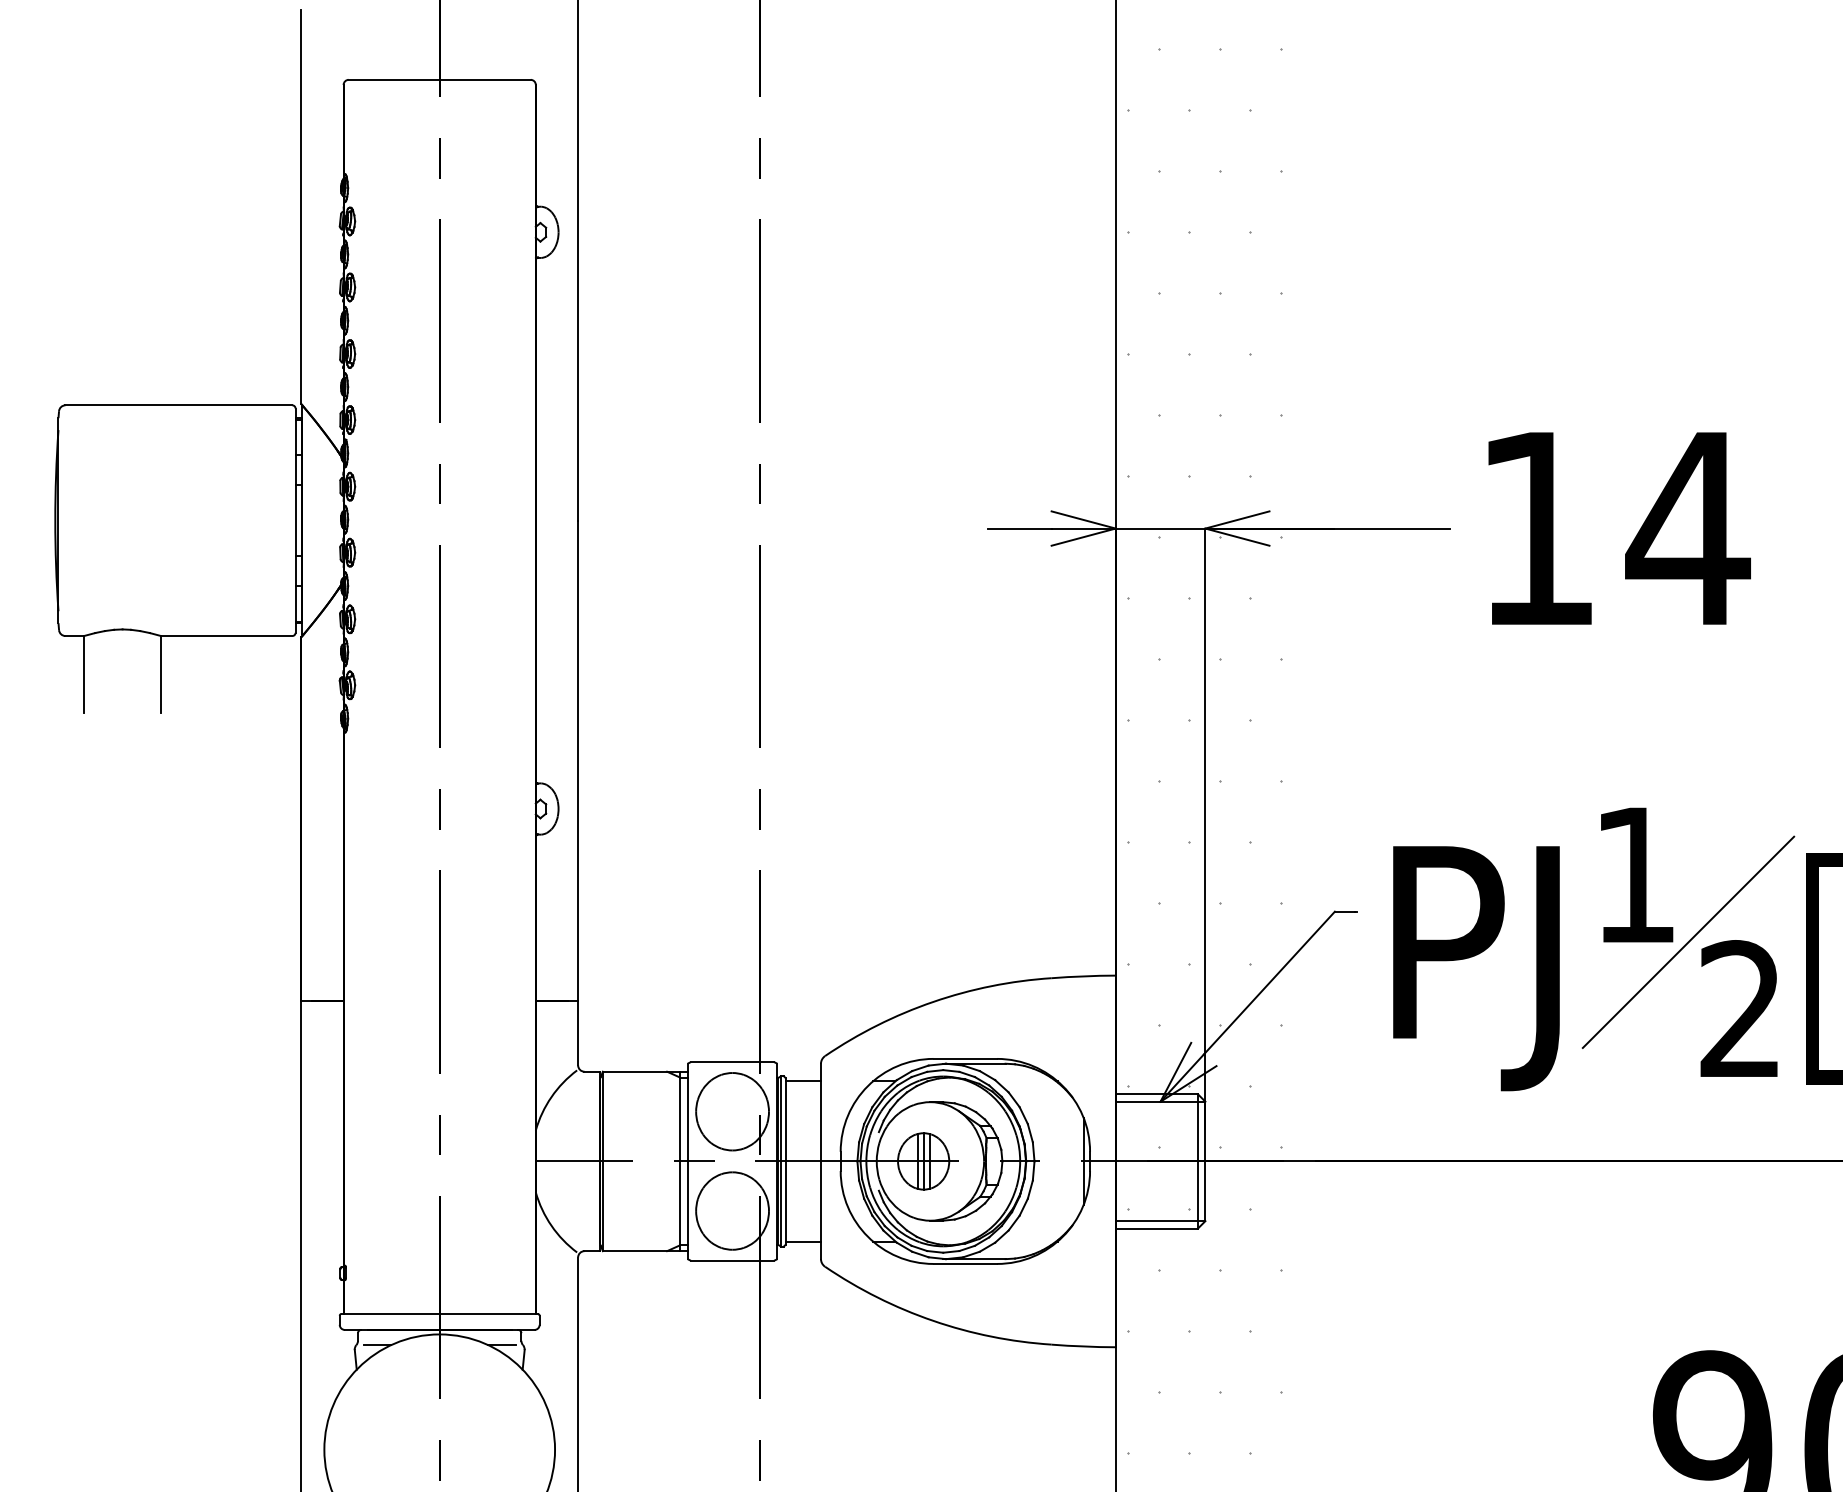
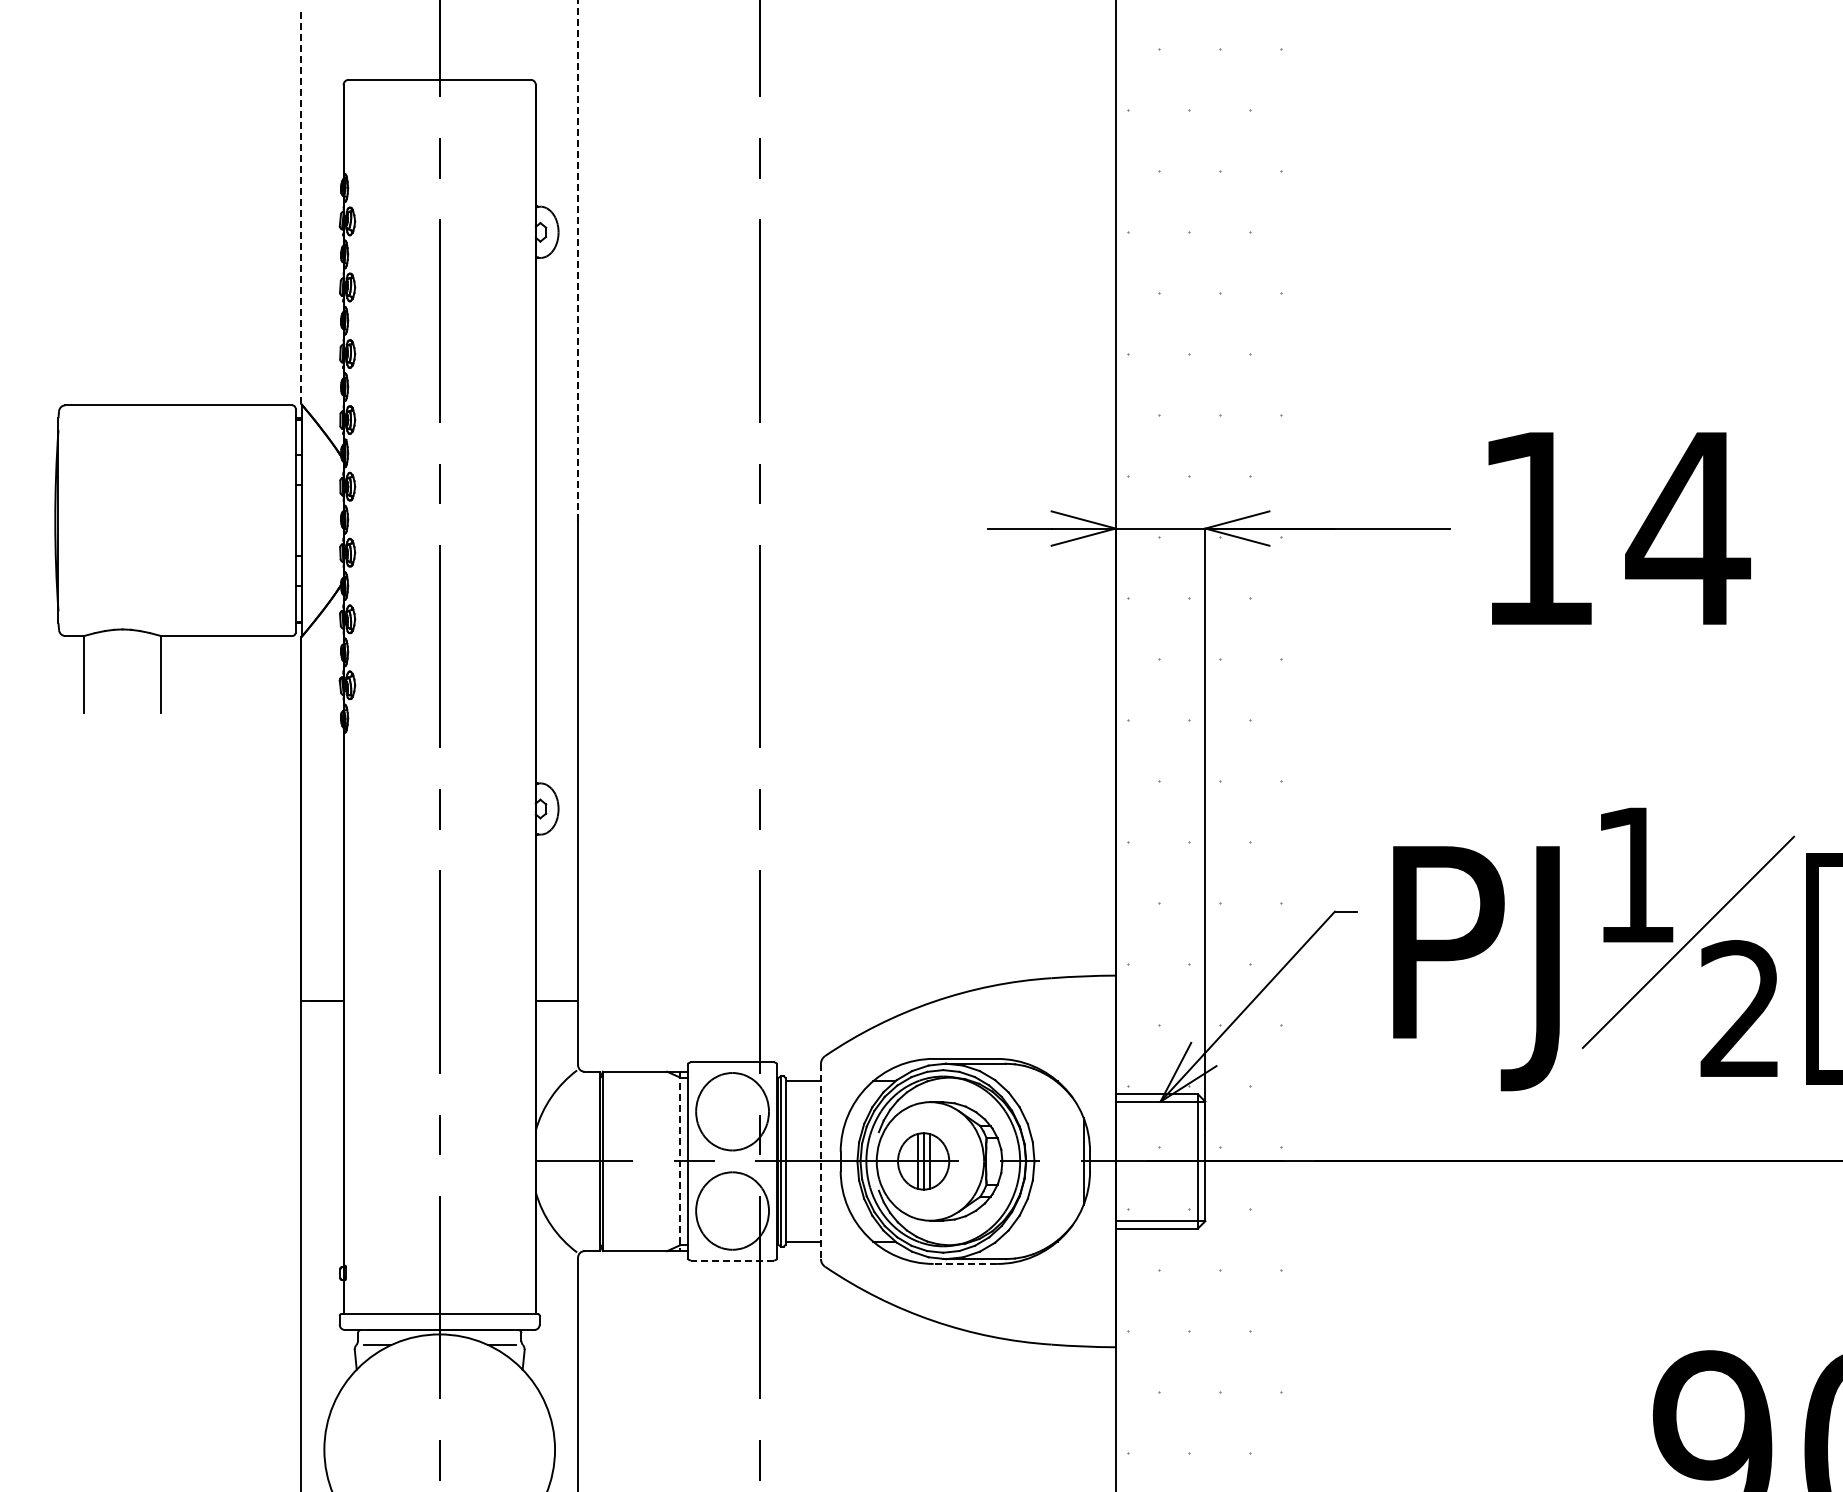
line at (301, 206): solid -> dashed
line at (578, 260): solid -> dashed
line at (679, 1161): solid -> dashed
line at (820, 1161): solid -> dashed
line at (732, 1260): solid -> dashed
line at (965, 1263): solid -> dashed
